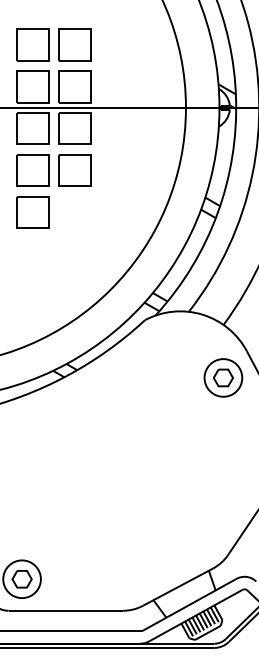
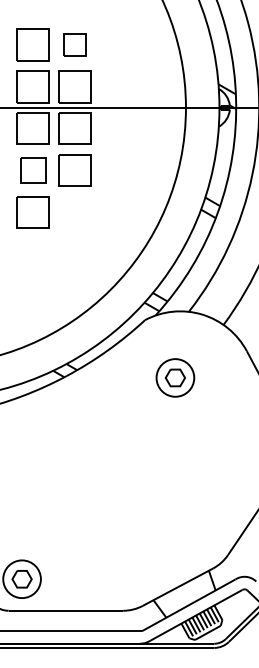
part at (74, 44) size: 34x34 px -> 24x24 px
part at (32, 170) size: 34x33 px -> 27x27 px
part at (223, 377) position: (223, 377) -> (175, 377)
